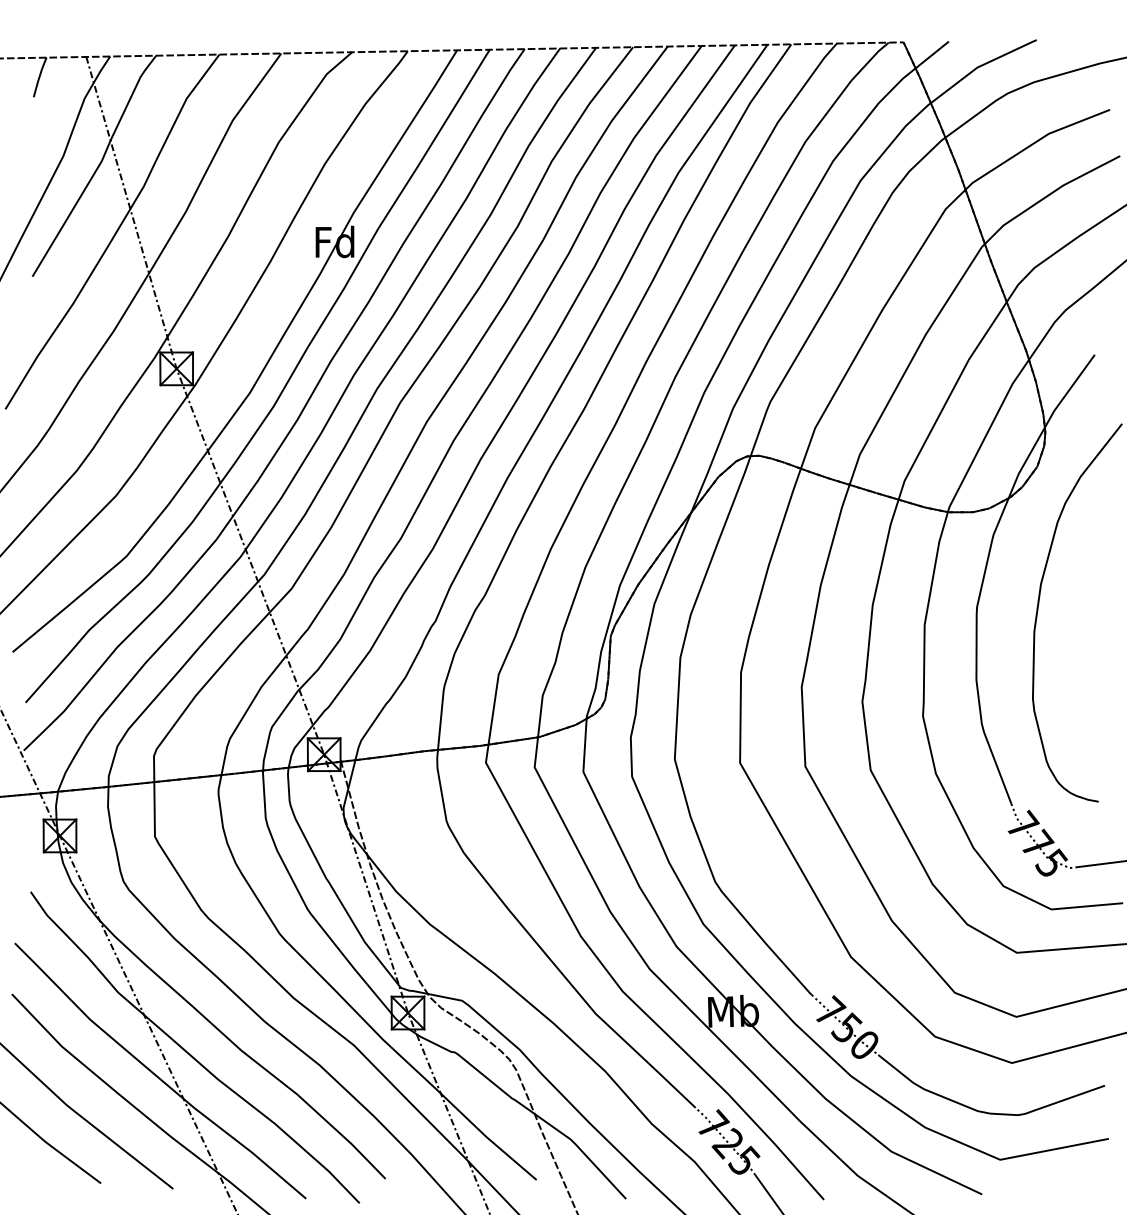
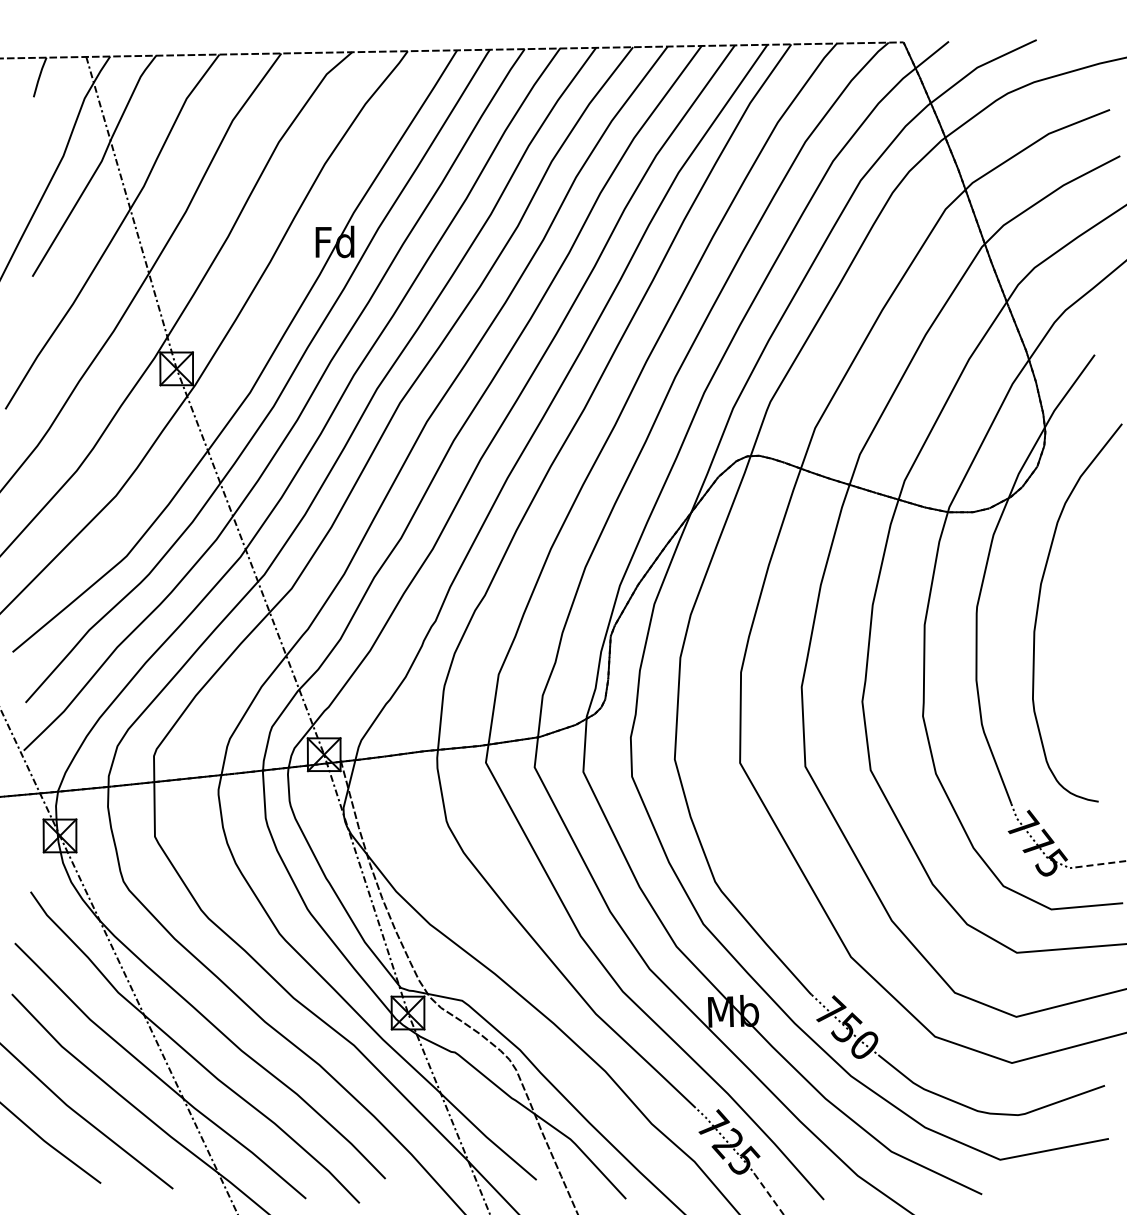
line at (1100, 864): solid -> dashed
line at (769, 1194): solid -> dashed
